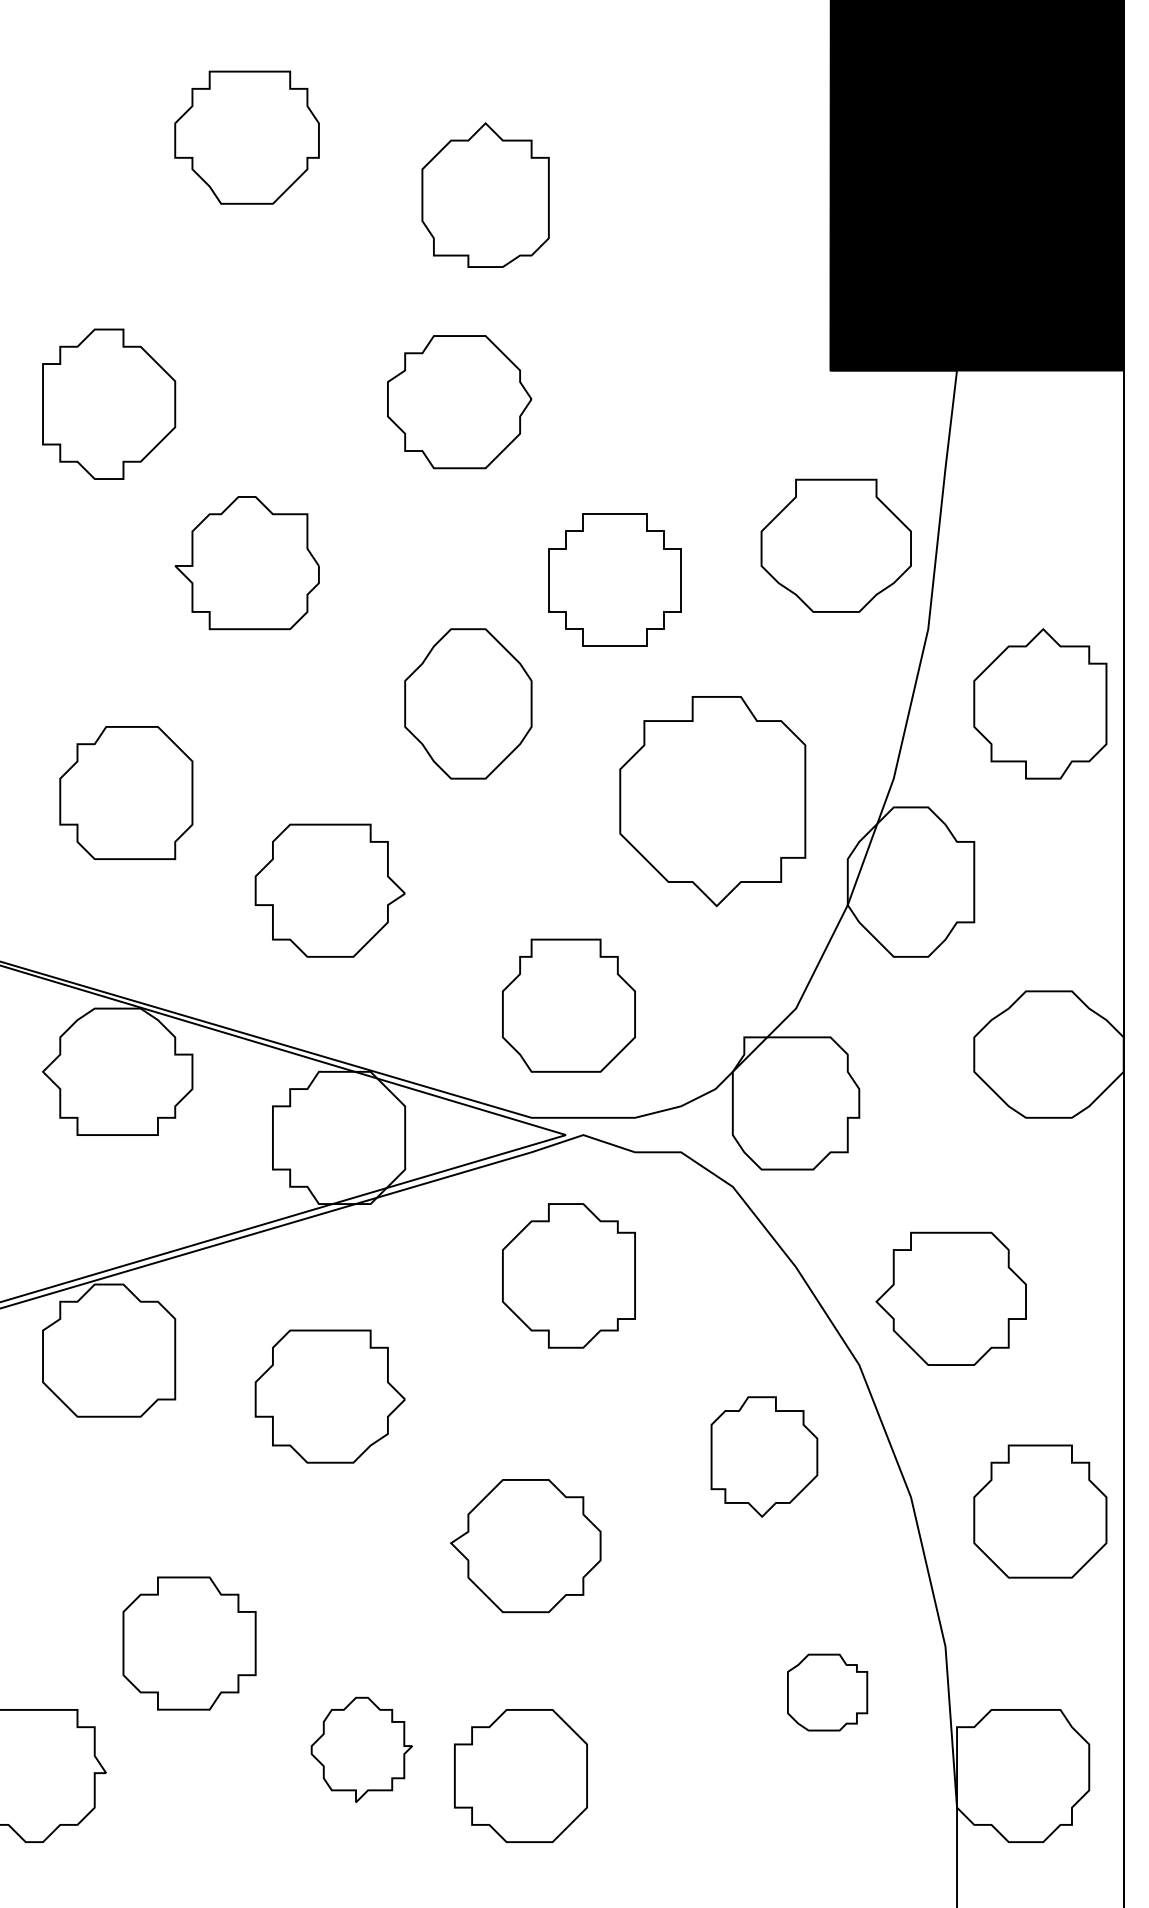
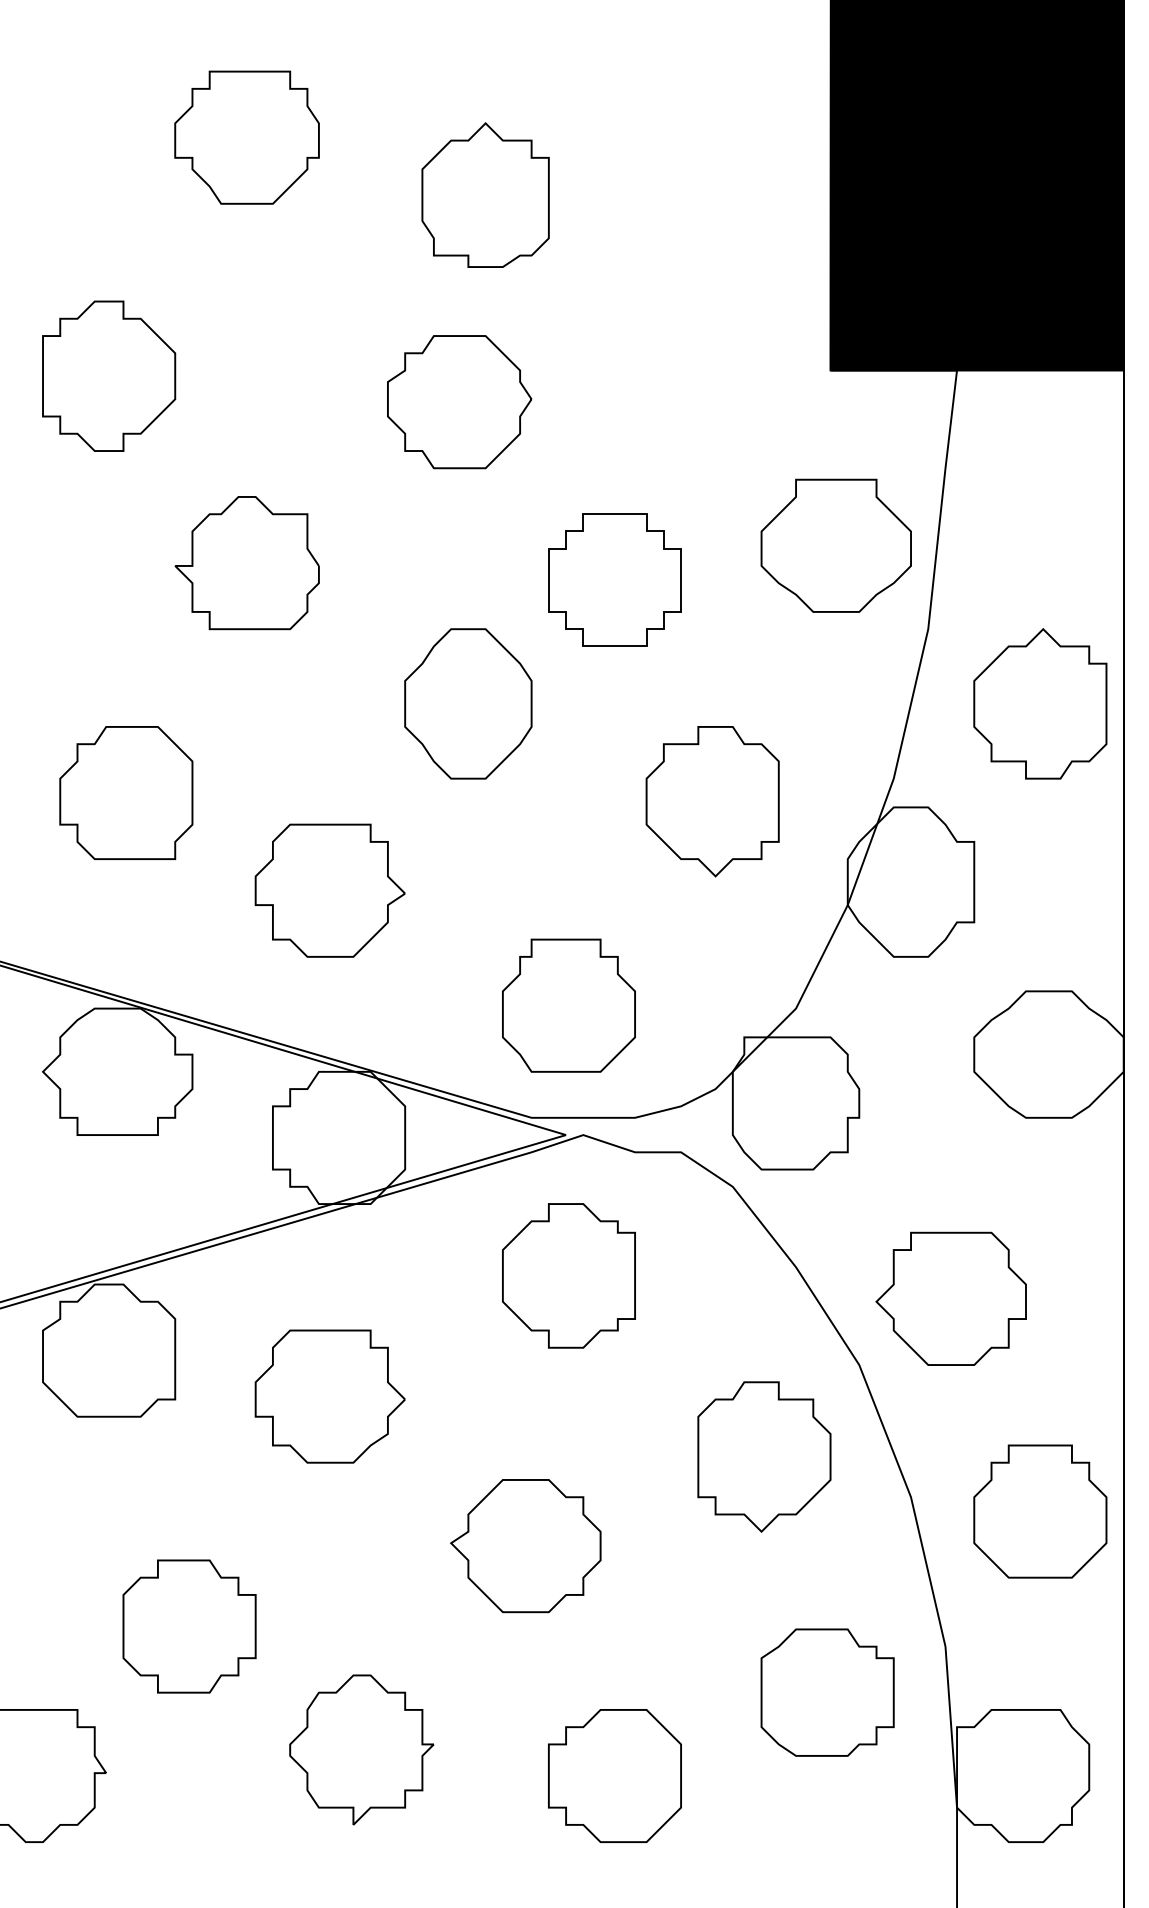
part at (109, 403) position: (109, 403) -> (109, 375)
part at (712, 801) size: 188x212 px -> 135x152 px
part at (764, 1456) size: 109x122 px -> 135x152 px
part at (189, 1643) position: (189, 1643) -> (189, 1626)
part at (827, 1692) size: 82x79 px -> 135x129 px
part at (361, 1749) size: 103x107 px -> 146x152 px
part at (520, 1775) position: (520, 1775) -> (614, 1775)
